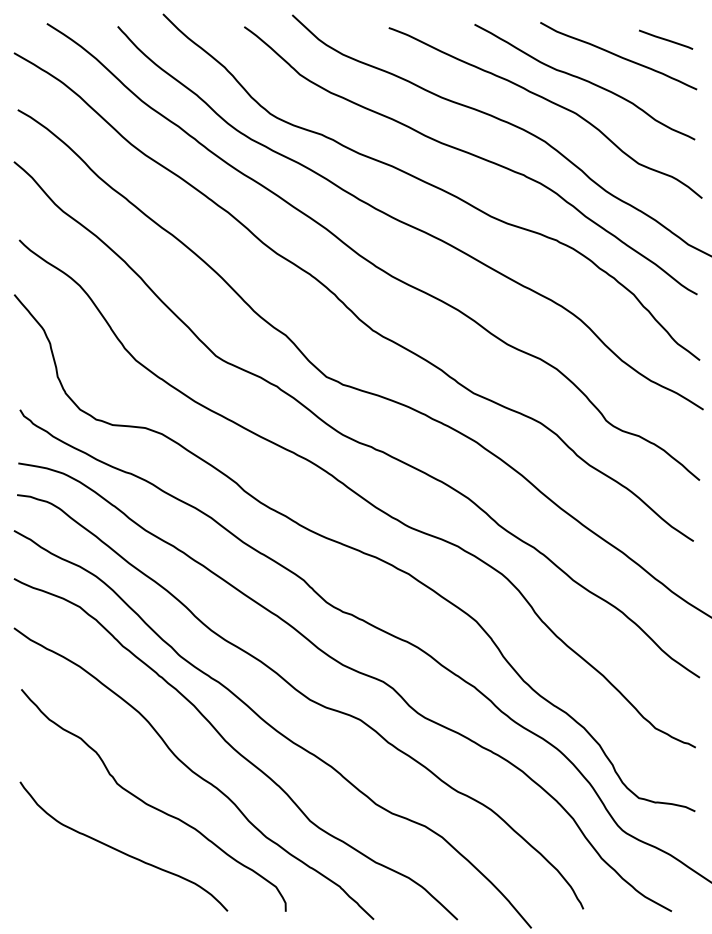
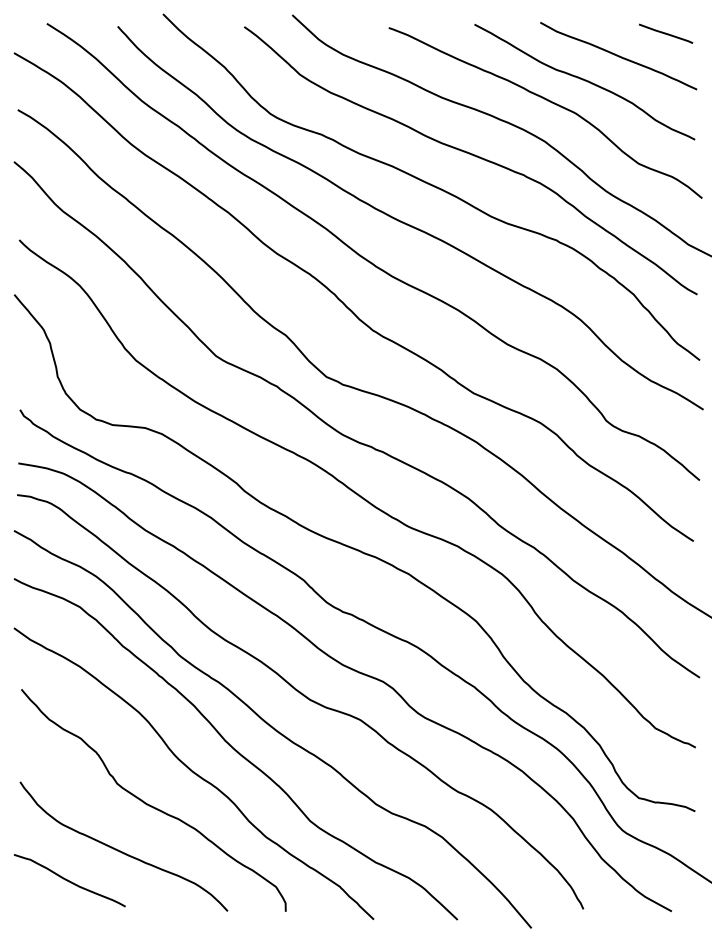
line at (666, 39) position: (666, 39) -> (666, 33)
curve at (69, 880): none -> present
